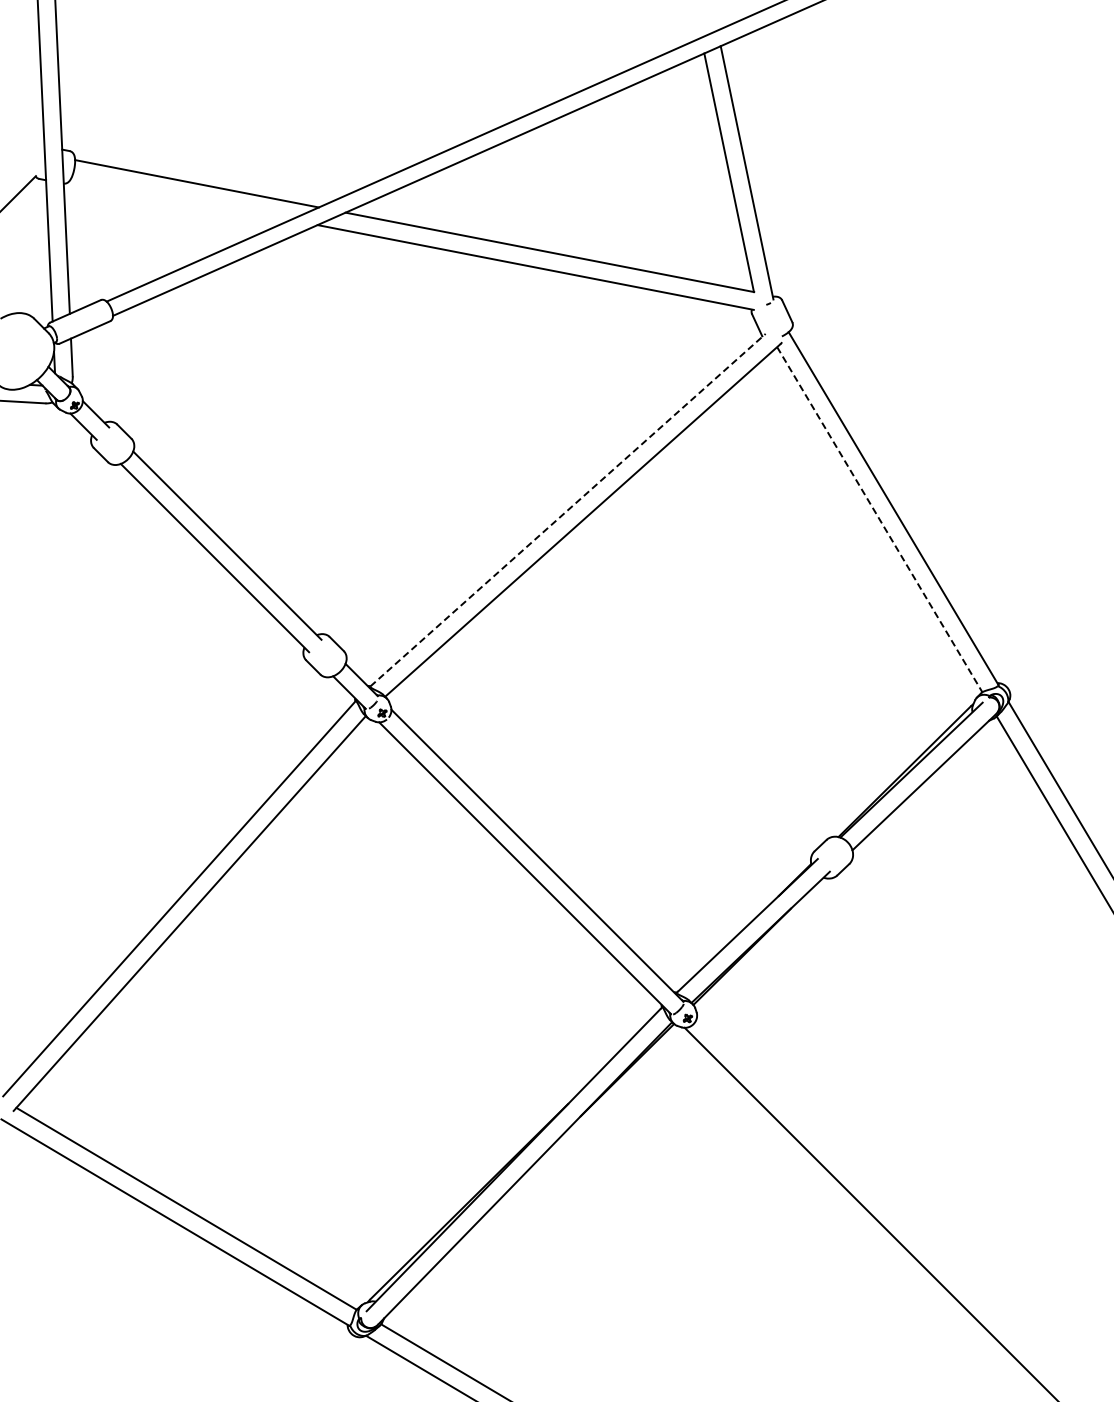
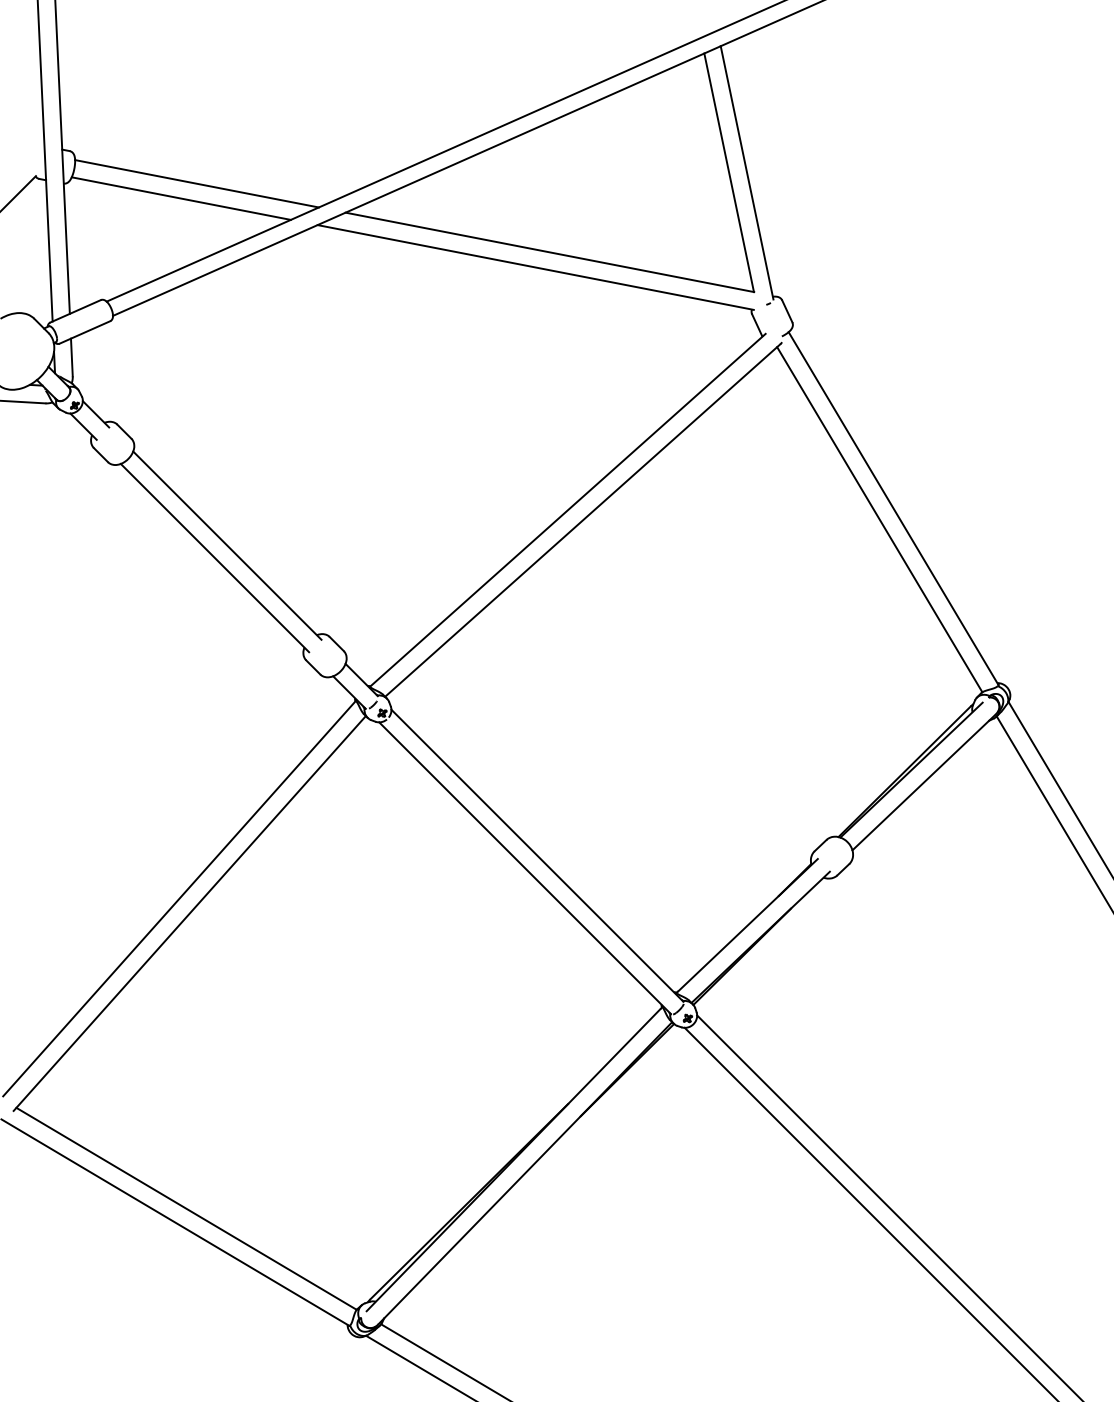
line at (180, 198): none -> present
line at (568, 510): dashed -> solid
line at (879, 519): dashed -> solid
line at (888, 1206): none -> present
